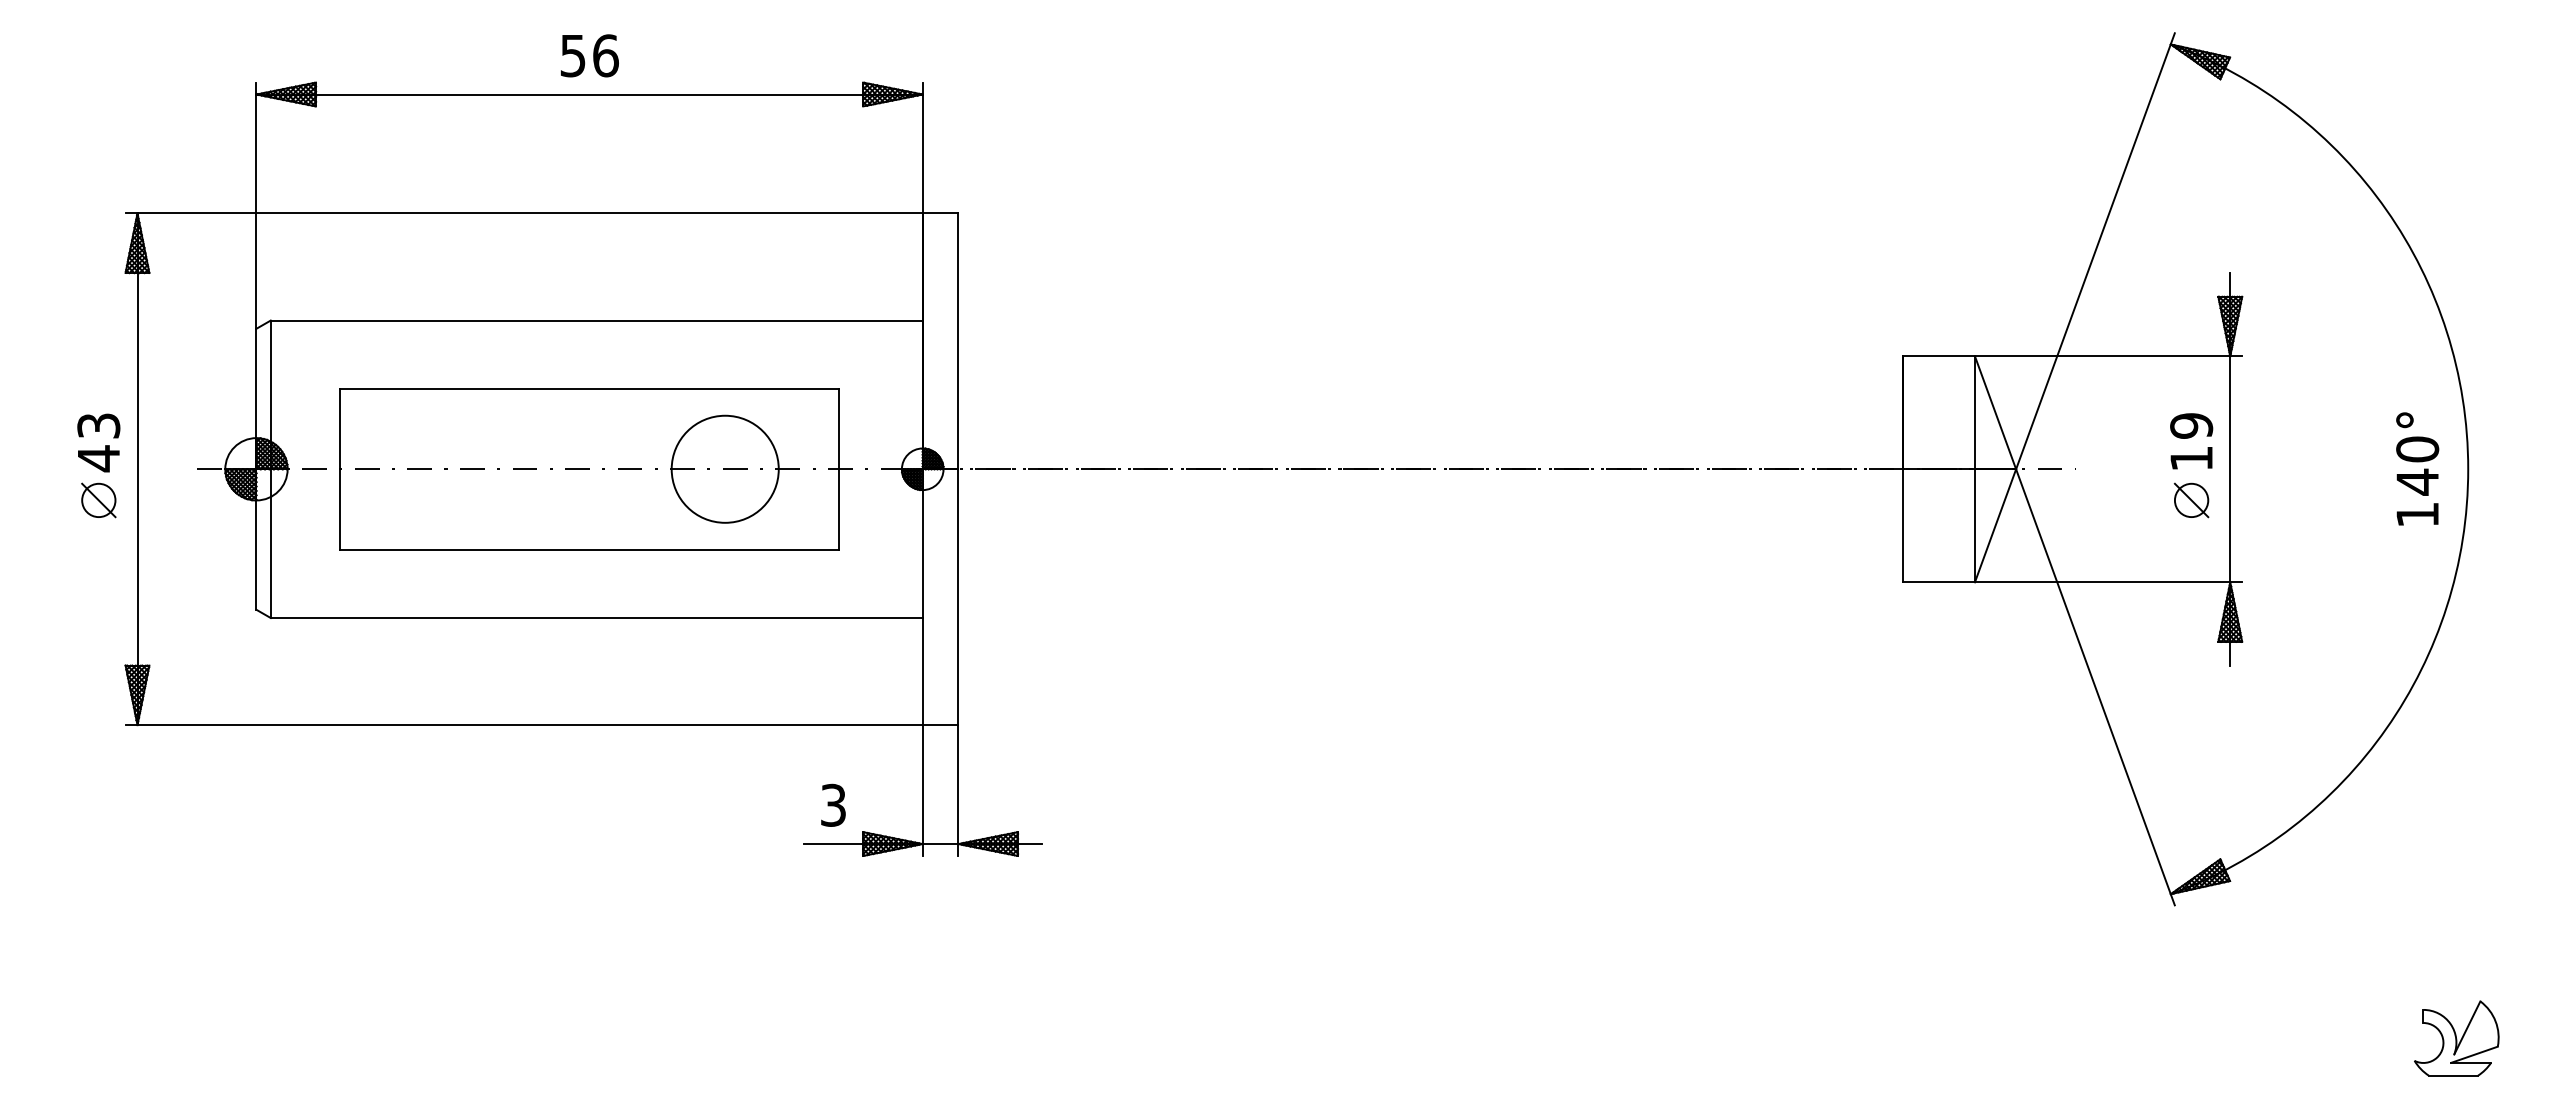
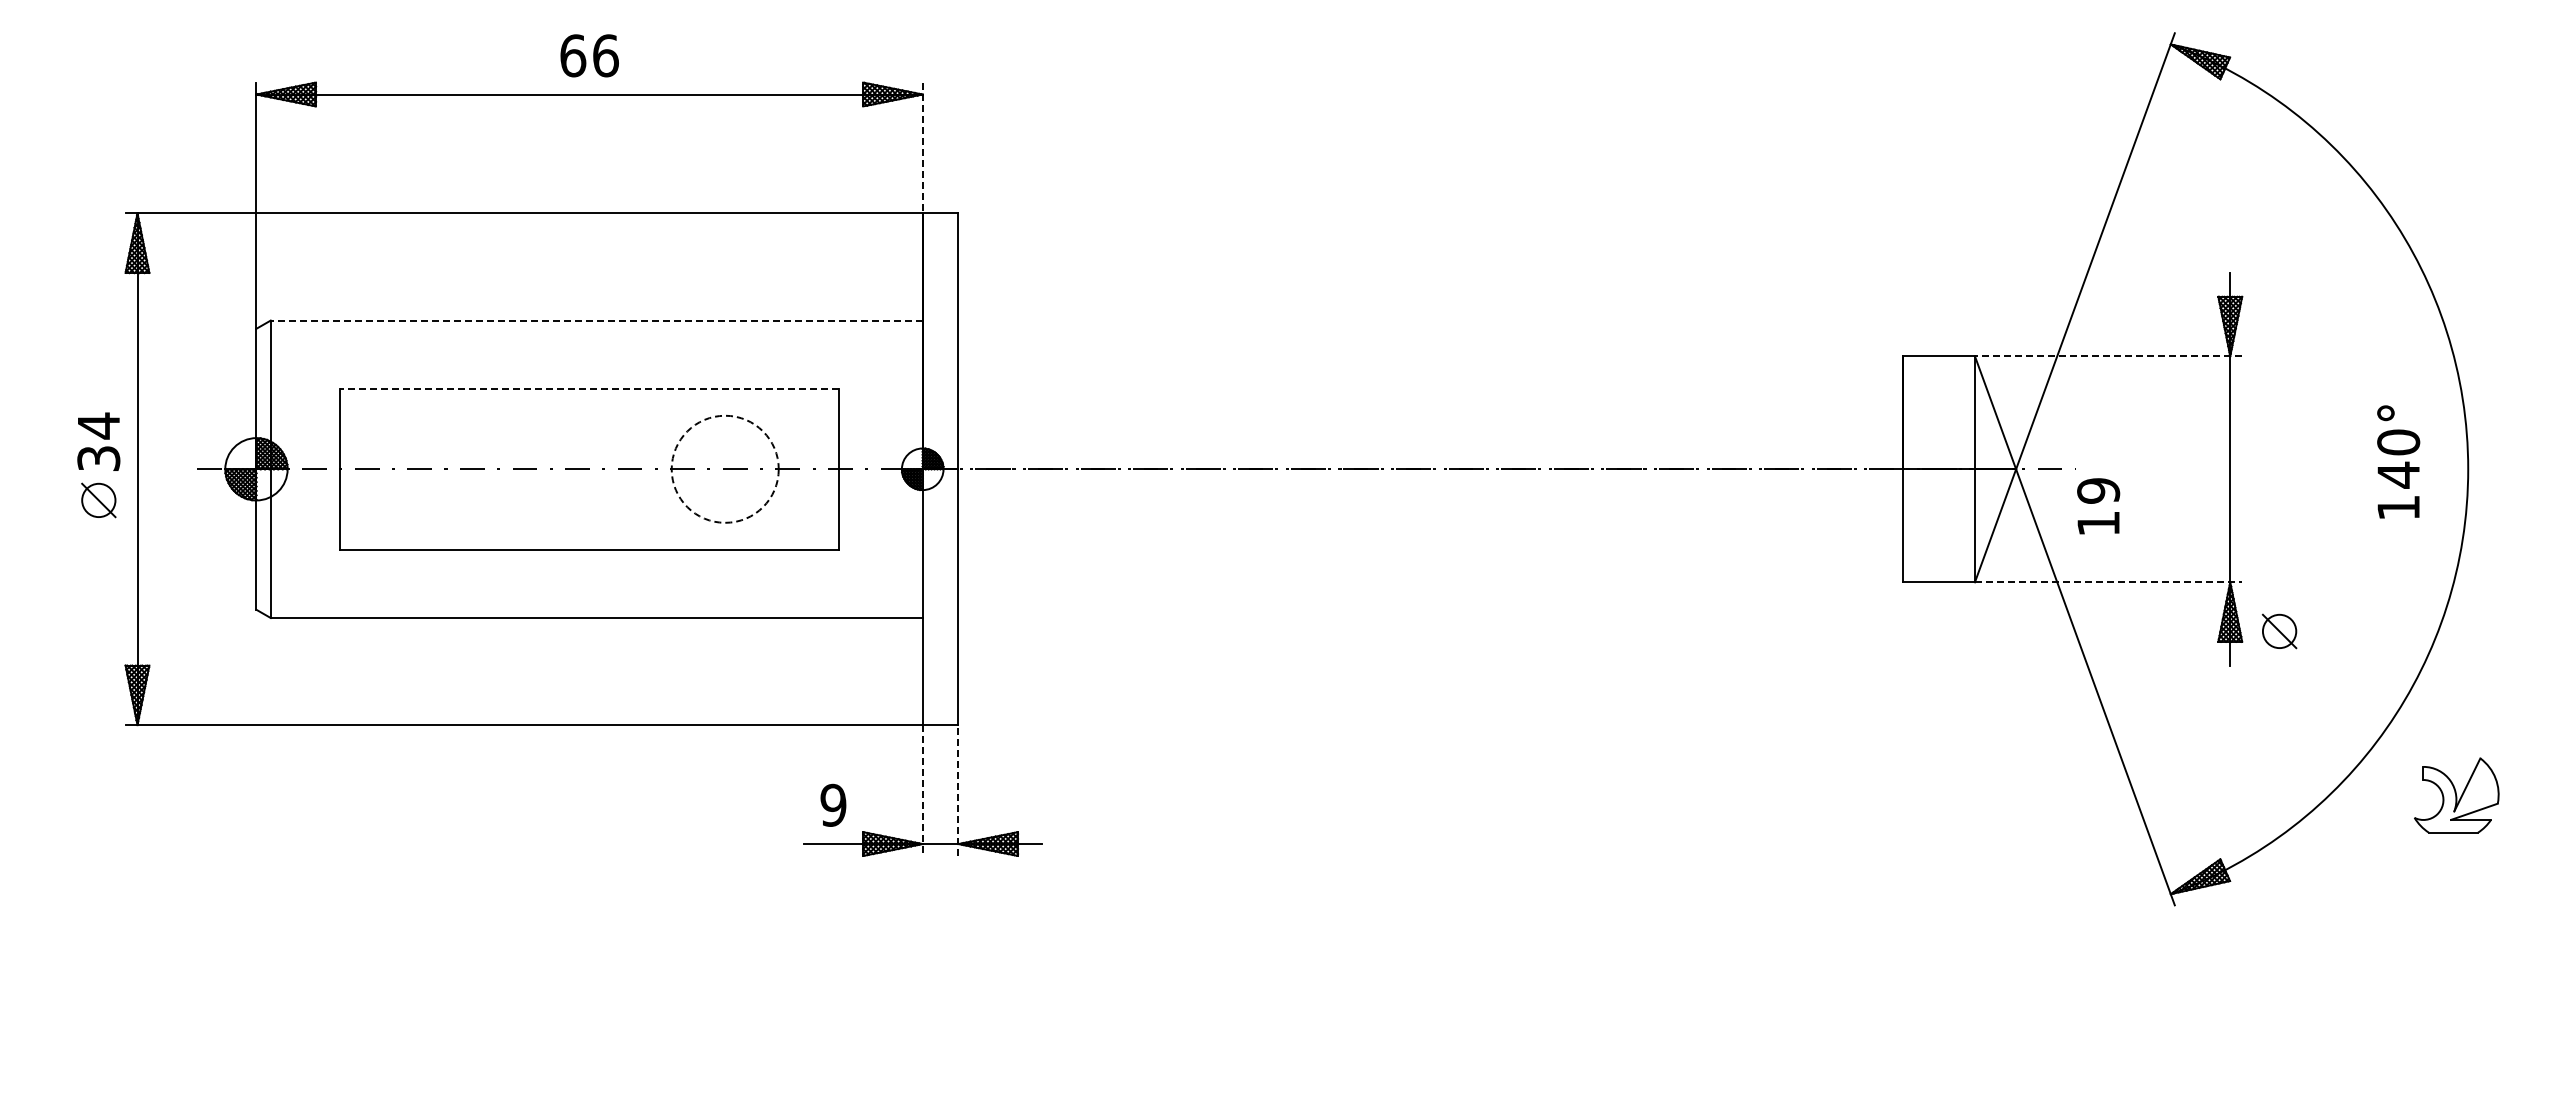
text at (573, 55): 56 -> 66
line at (922, 148): solid -> dashed
line at (596, 320): solid -> dashed
line at (2108, 356): solid -> dashed
line at (589, 388): solid -> dashed
text at (2191, 441) position: (2191, 441) -> (2098, 506)
text at (98, 442): 43 -> 34
circle at (724, 468): solid -> dashed
text at (2417, 468) position: (2417, 468) -> (2398, 461)
part at (2191, 500) position: (2191, 500) -> (2279, 631)
line at (2108, 582): solid -> dashed
line at (958, 790): solid -> dashed
line at (922, 791): solid -> dashed
text at (833, 805): 3 -> 9
part at (2456, 1038) position: (2456, 1038) -> (2456, 795)
